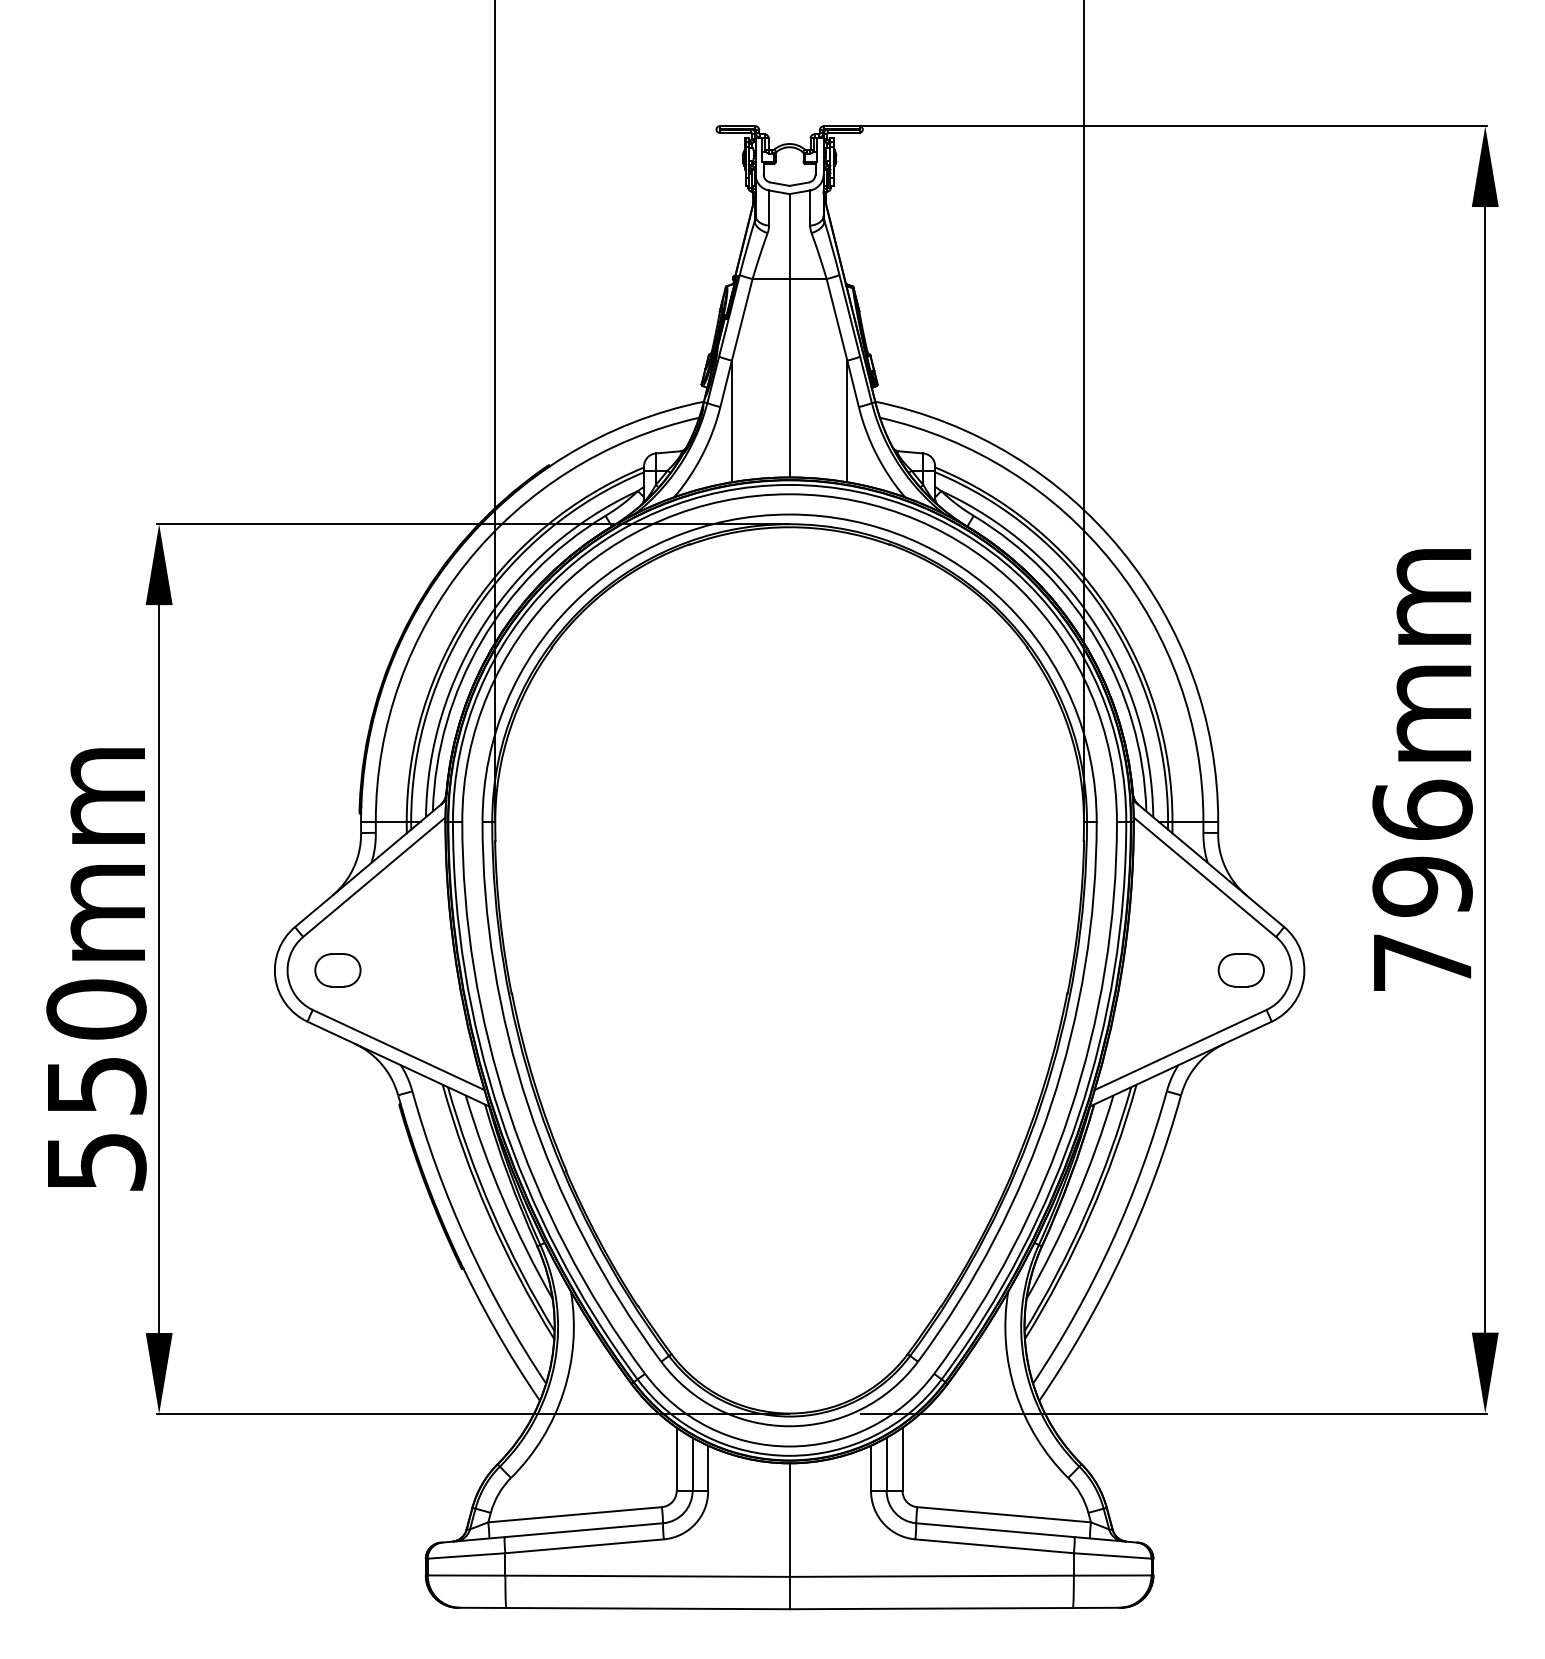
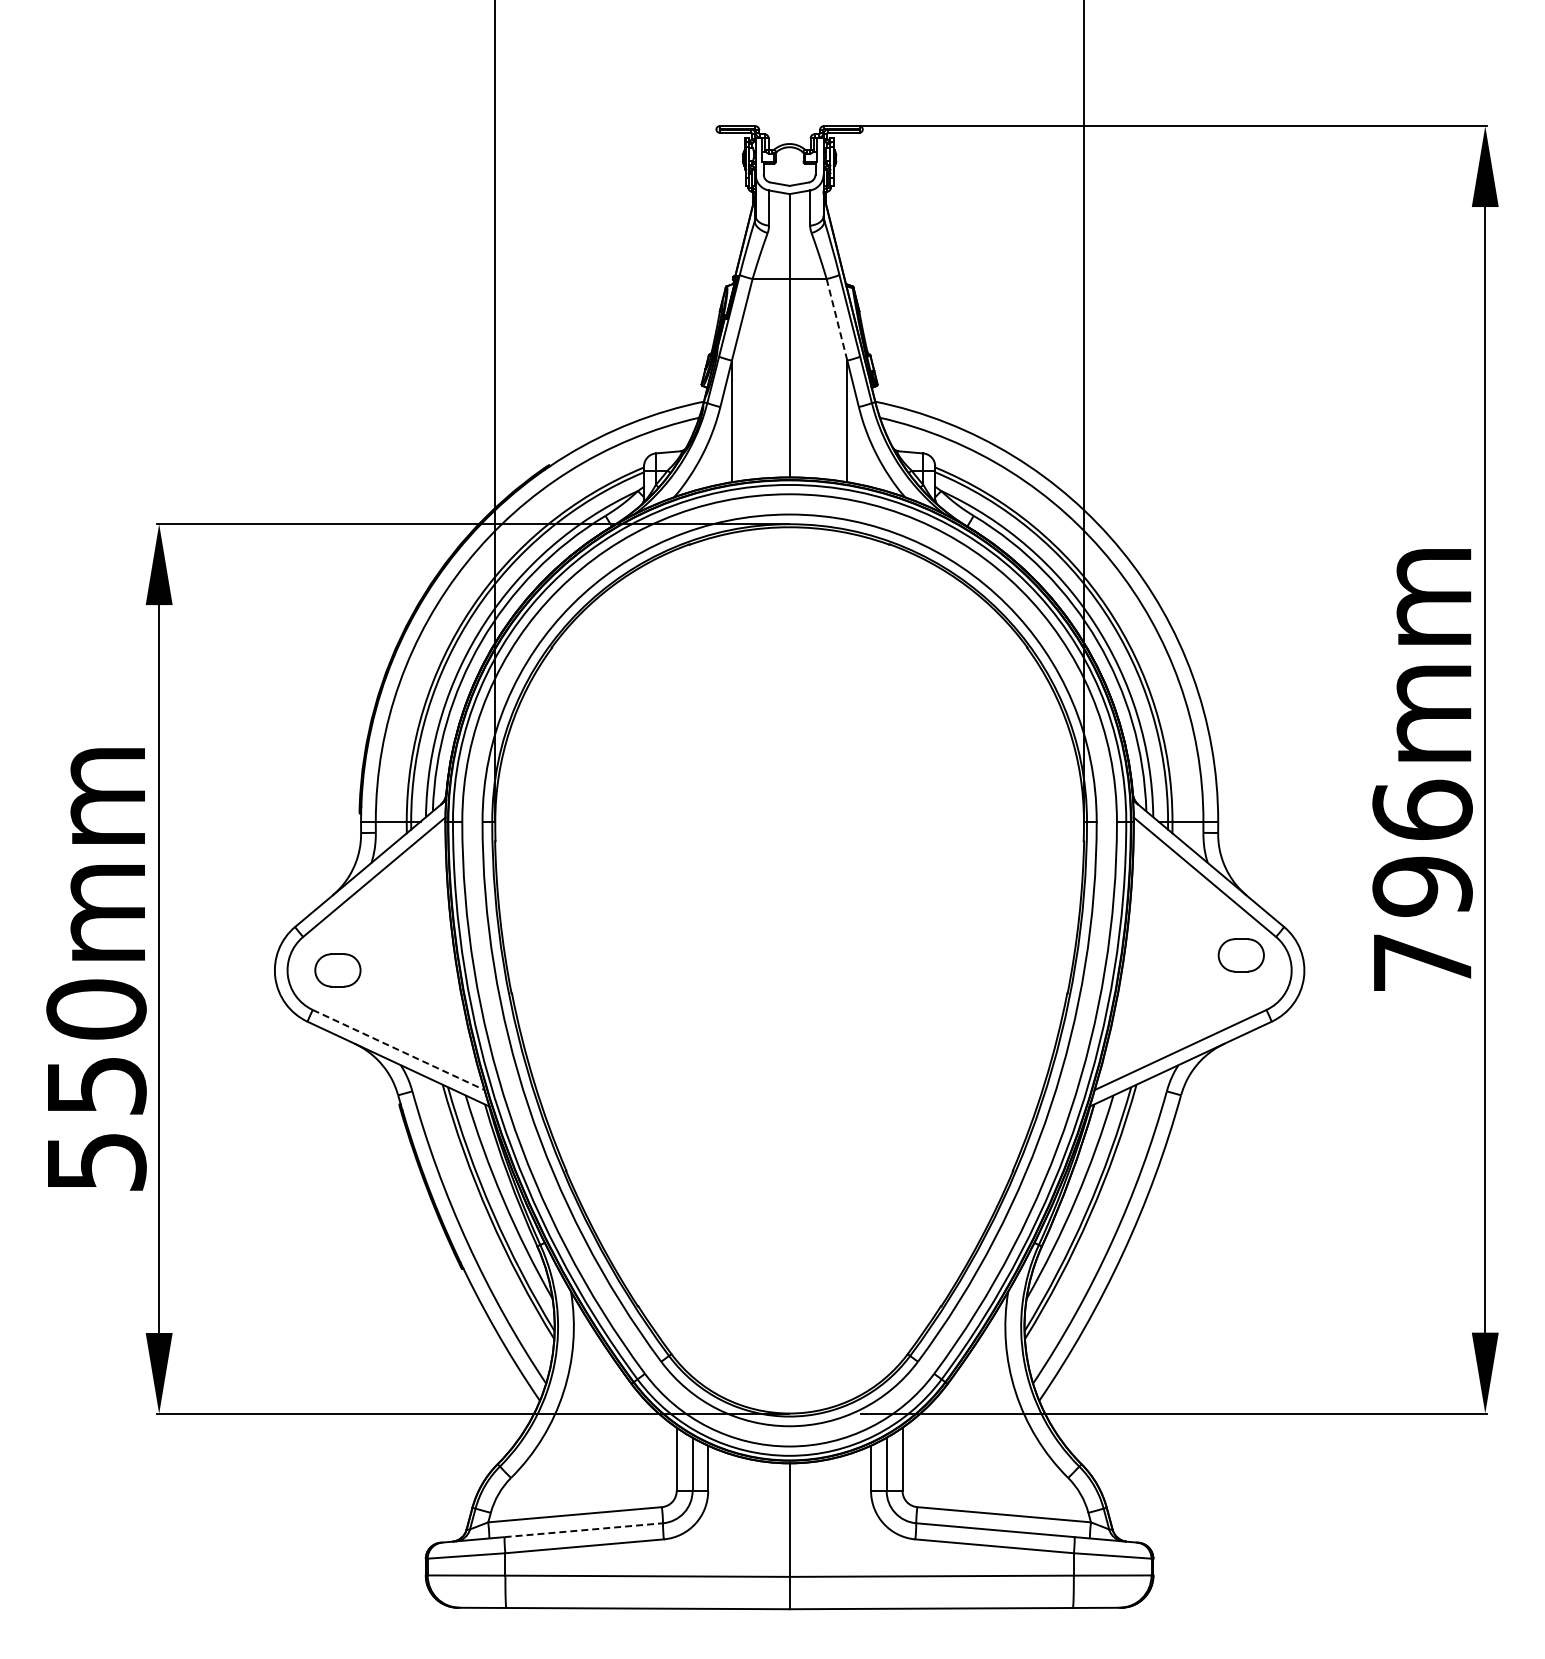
line at (837, 320): solid -> dashed
part at (1240, 970) position: (1240, 970) -> (1240, 955)
line at (398, 1050): solid -> dashed
line at (583, 1530): solid -> dashed
